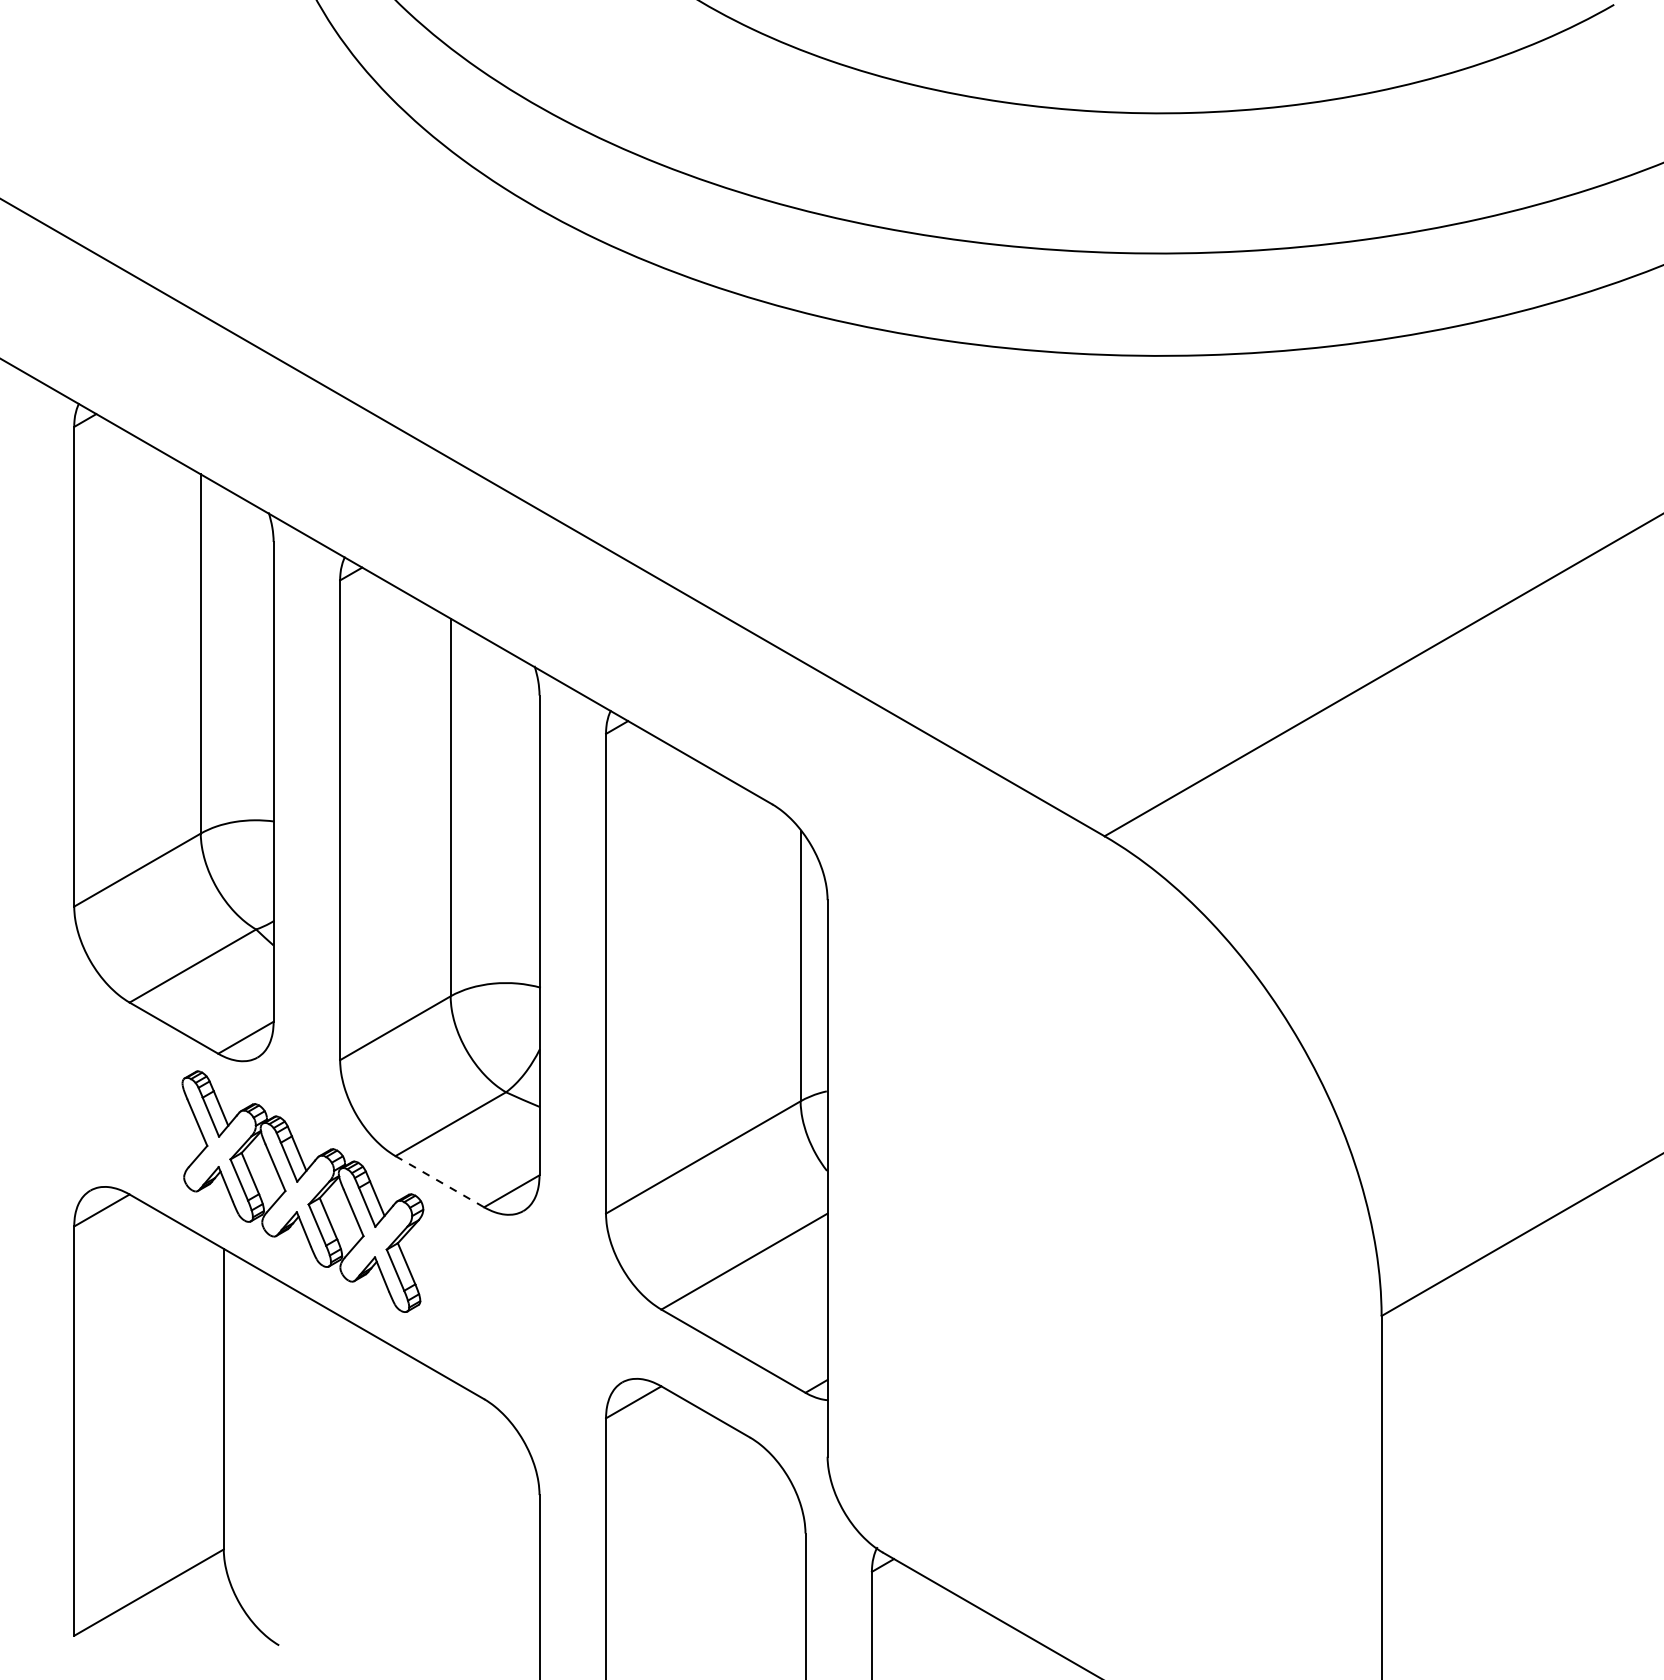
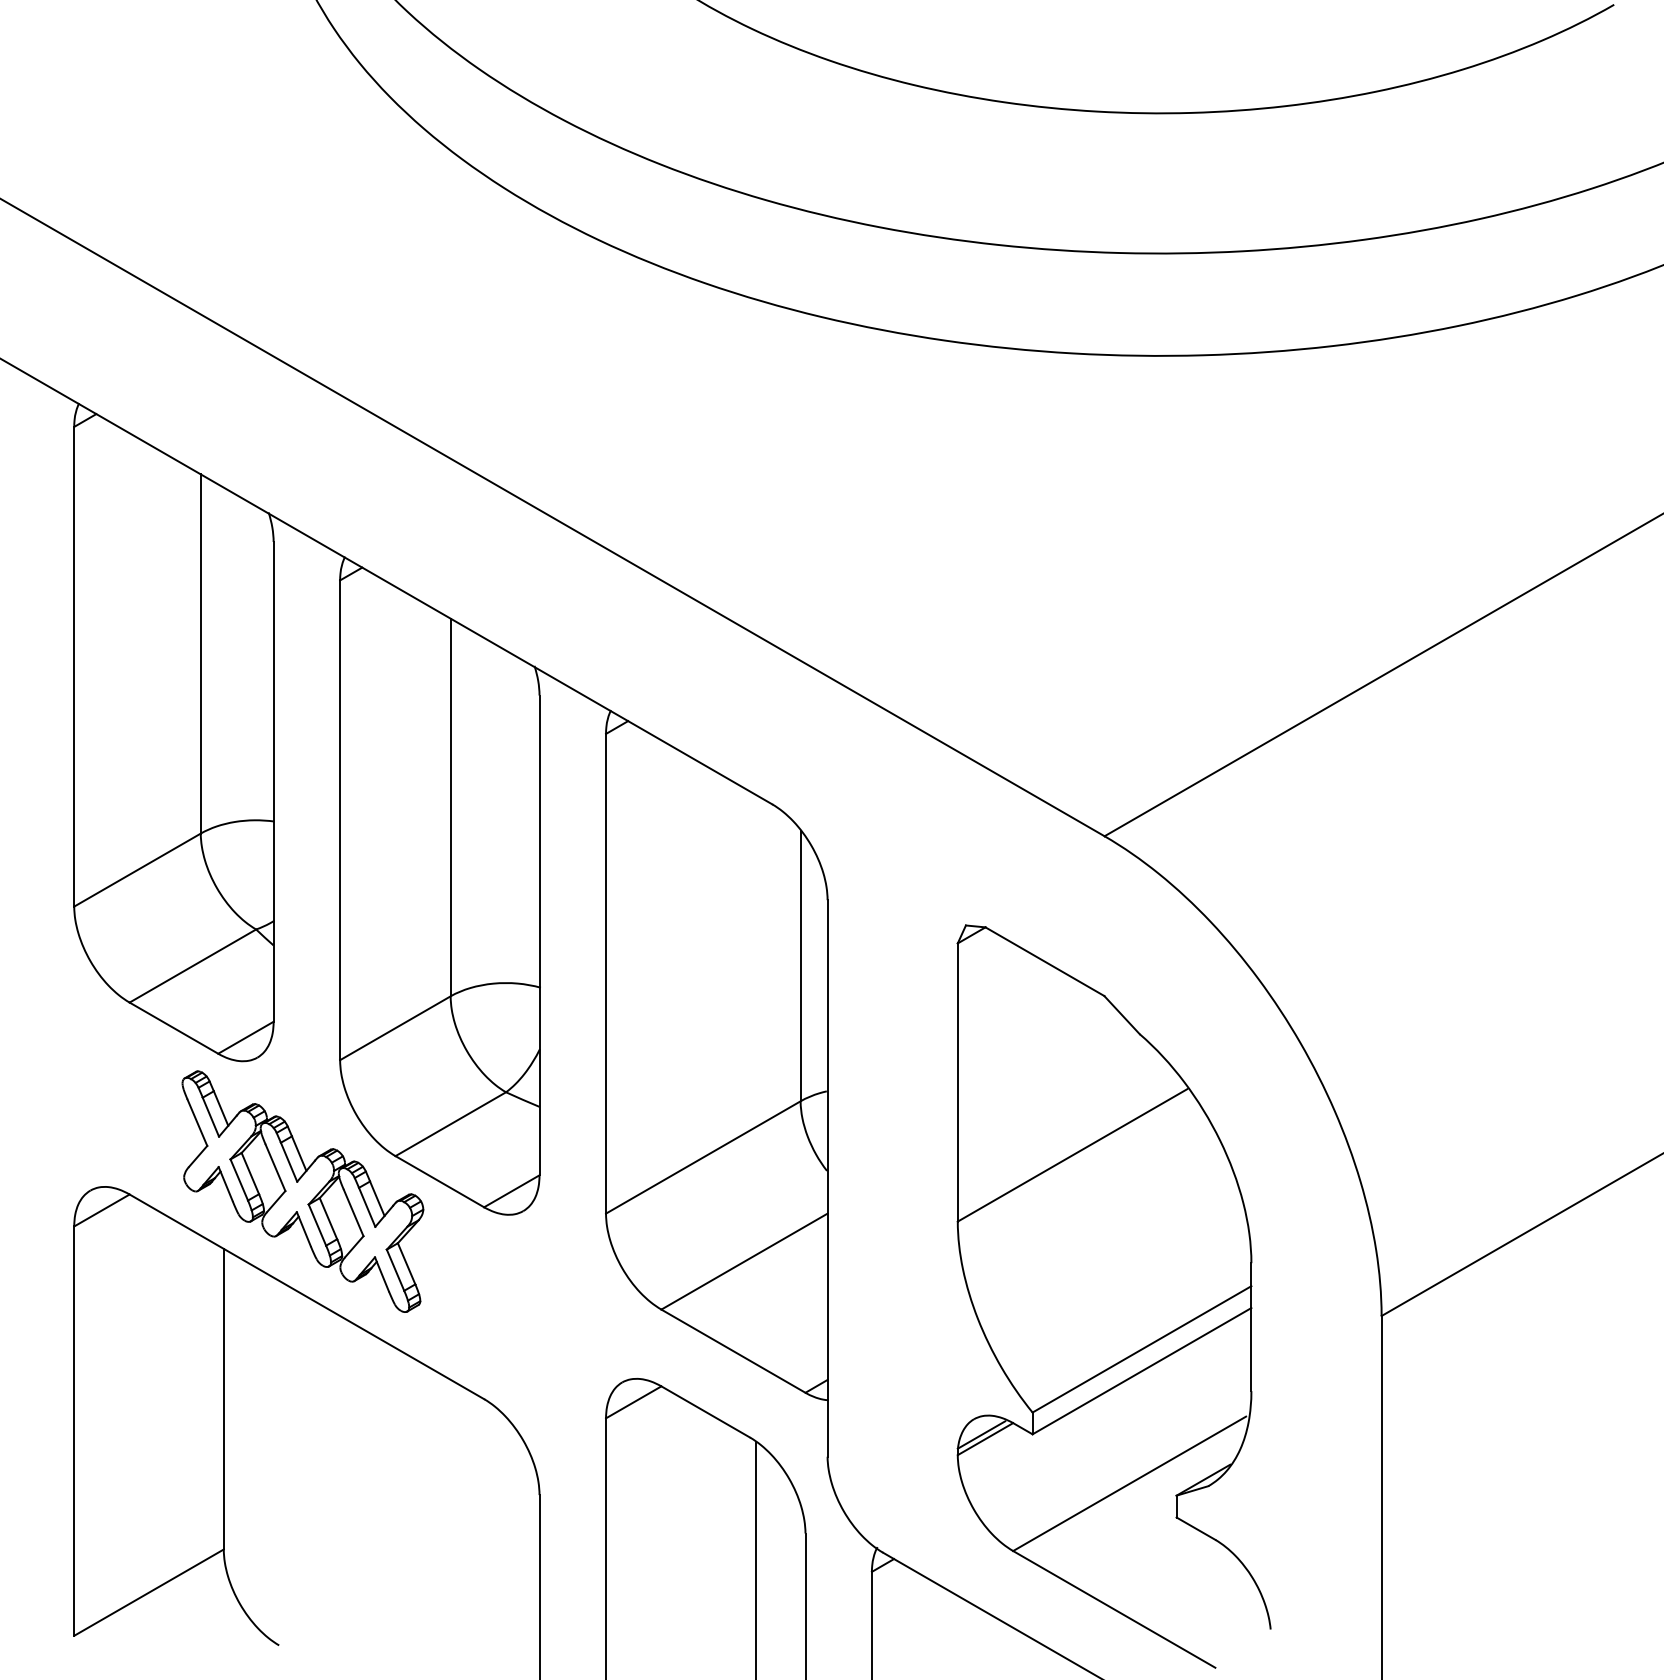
line at (440, 1181): dashed -> solid
part at (1113, 1296): none -> present
line at (755, 1559): none -> present
